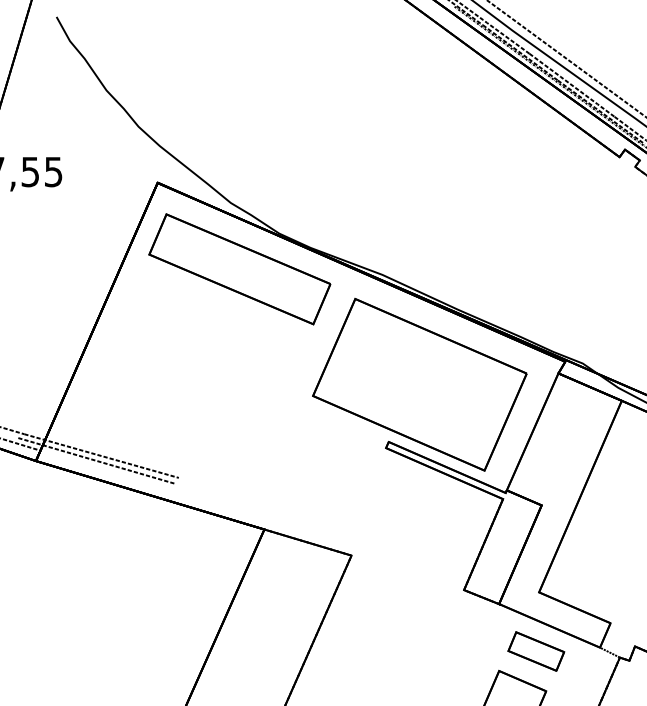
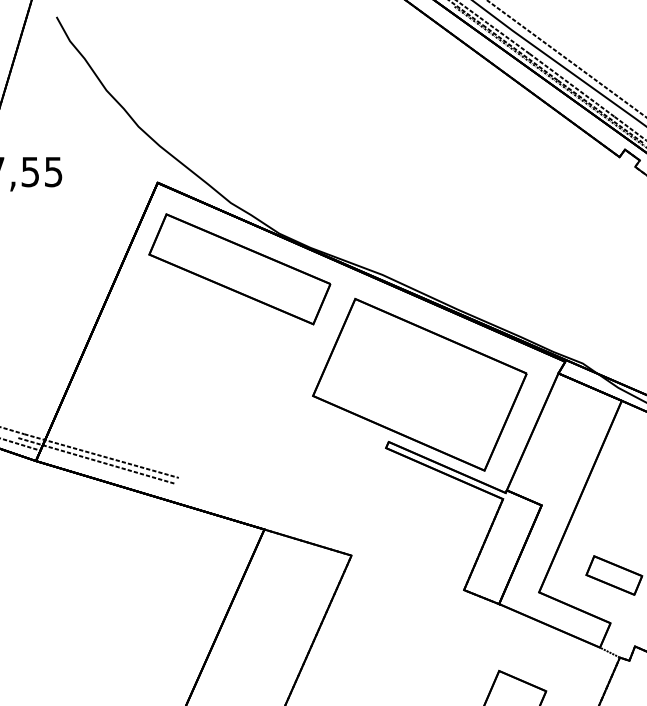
part at (536, 651) position: (536, 651) -> (614, 575)
